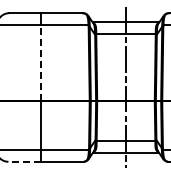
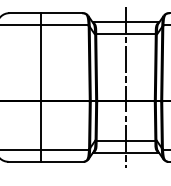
line at (40, 62): dashed -> solid
line at (24, 161): dashed -> solid
